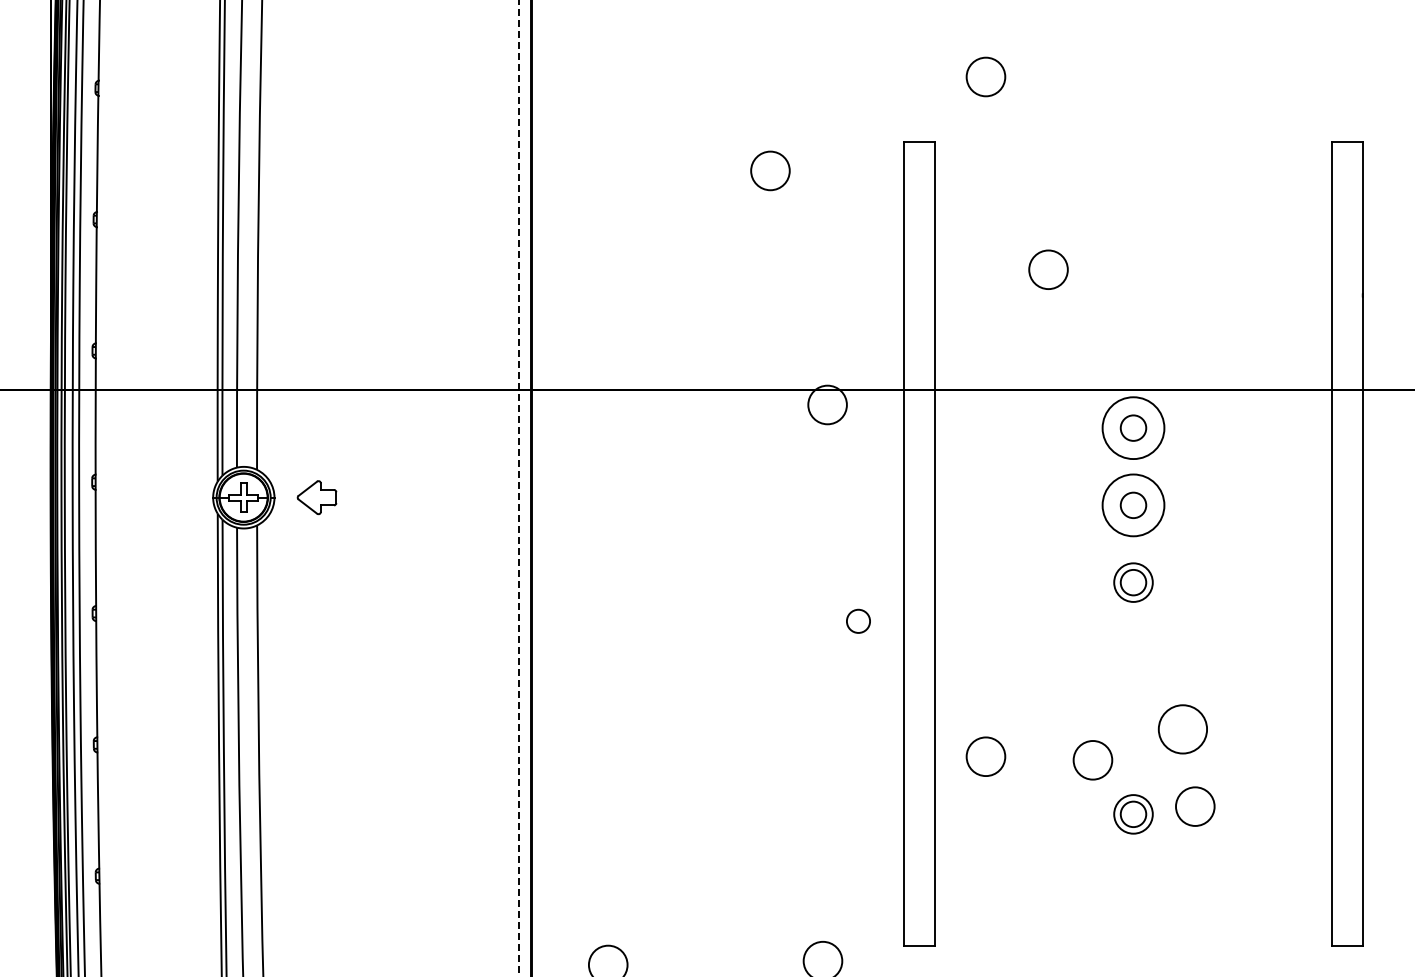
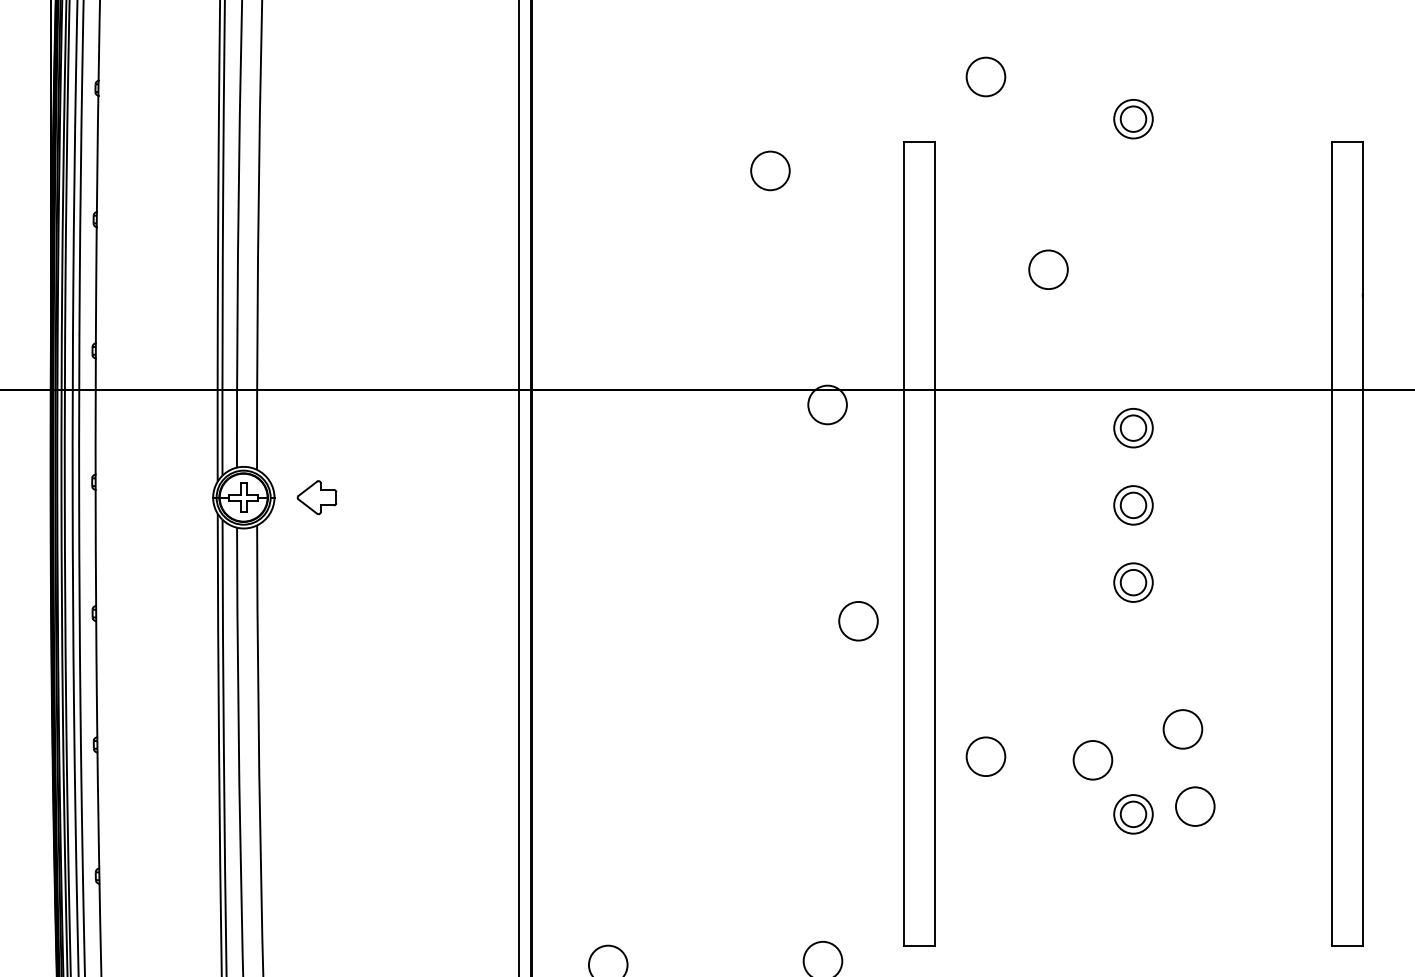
part at (1133, 119): none -> present
circle at (1133, 428) diameter: 62 px -> 39 px
line at (518, 488): dashed -> solid
circle at (1133, 505) diameter: 62 px -> 39 px
circle at (858, 620) size: 25x26 px -> 41x41 px
circle at (1182, 729) size: 51x51 px -> 42x41 px
